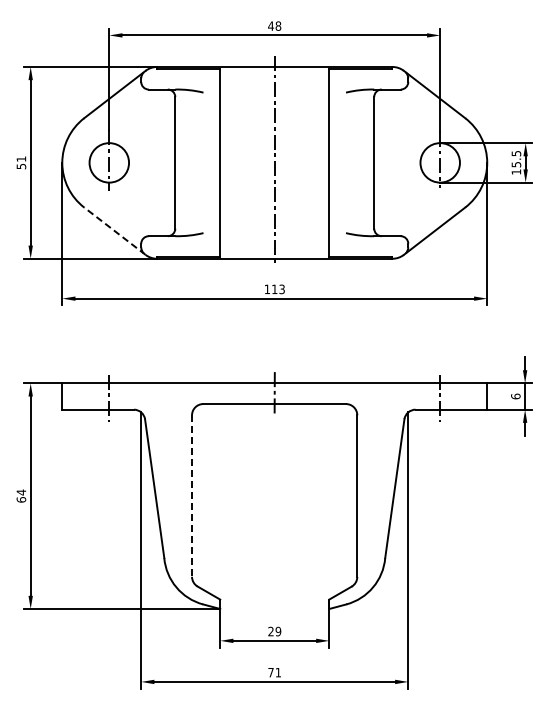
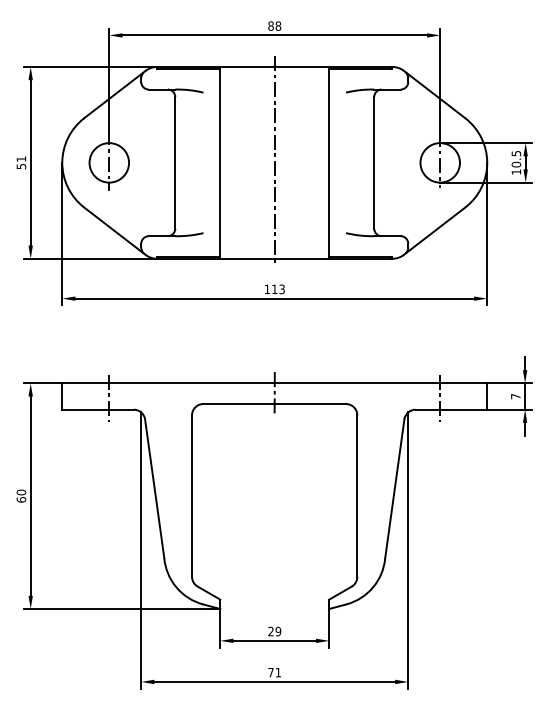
text at (270, 25): 48 -> 88
text at (516, 164): 15.5 -> 10.5
line at (114, 231): dashed -> solid
text at (515, 396): 6 -> 7
text at (21, 492): 64 -> 60
line at (192, 496): dashed -> solid
